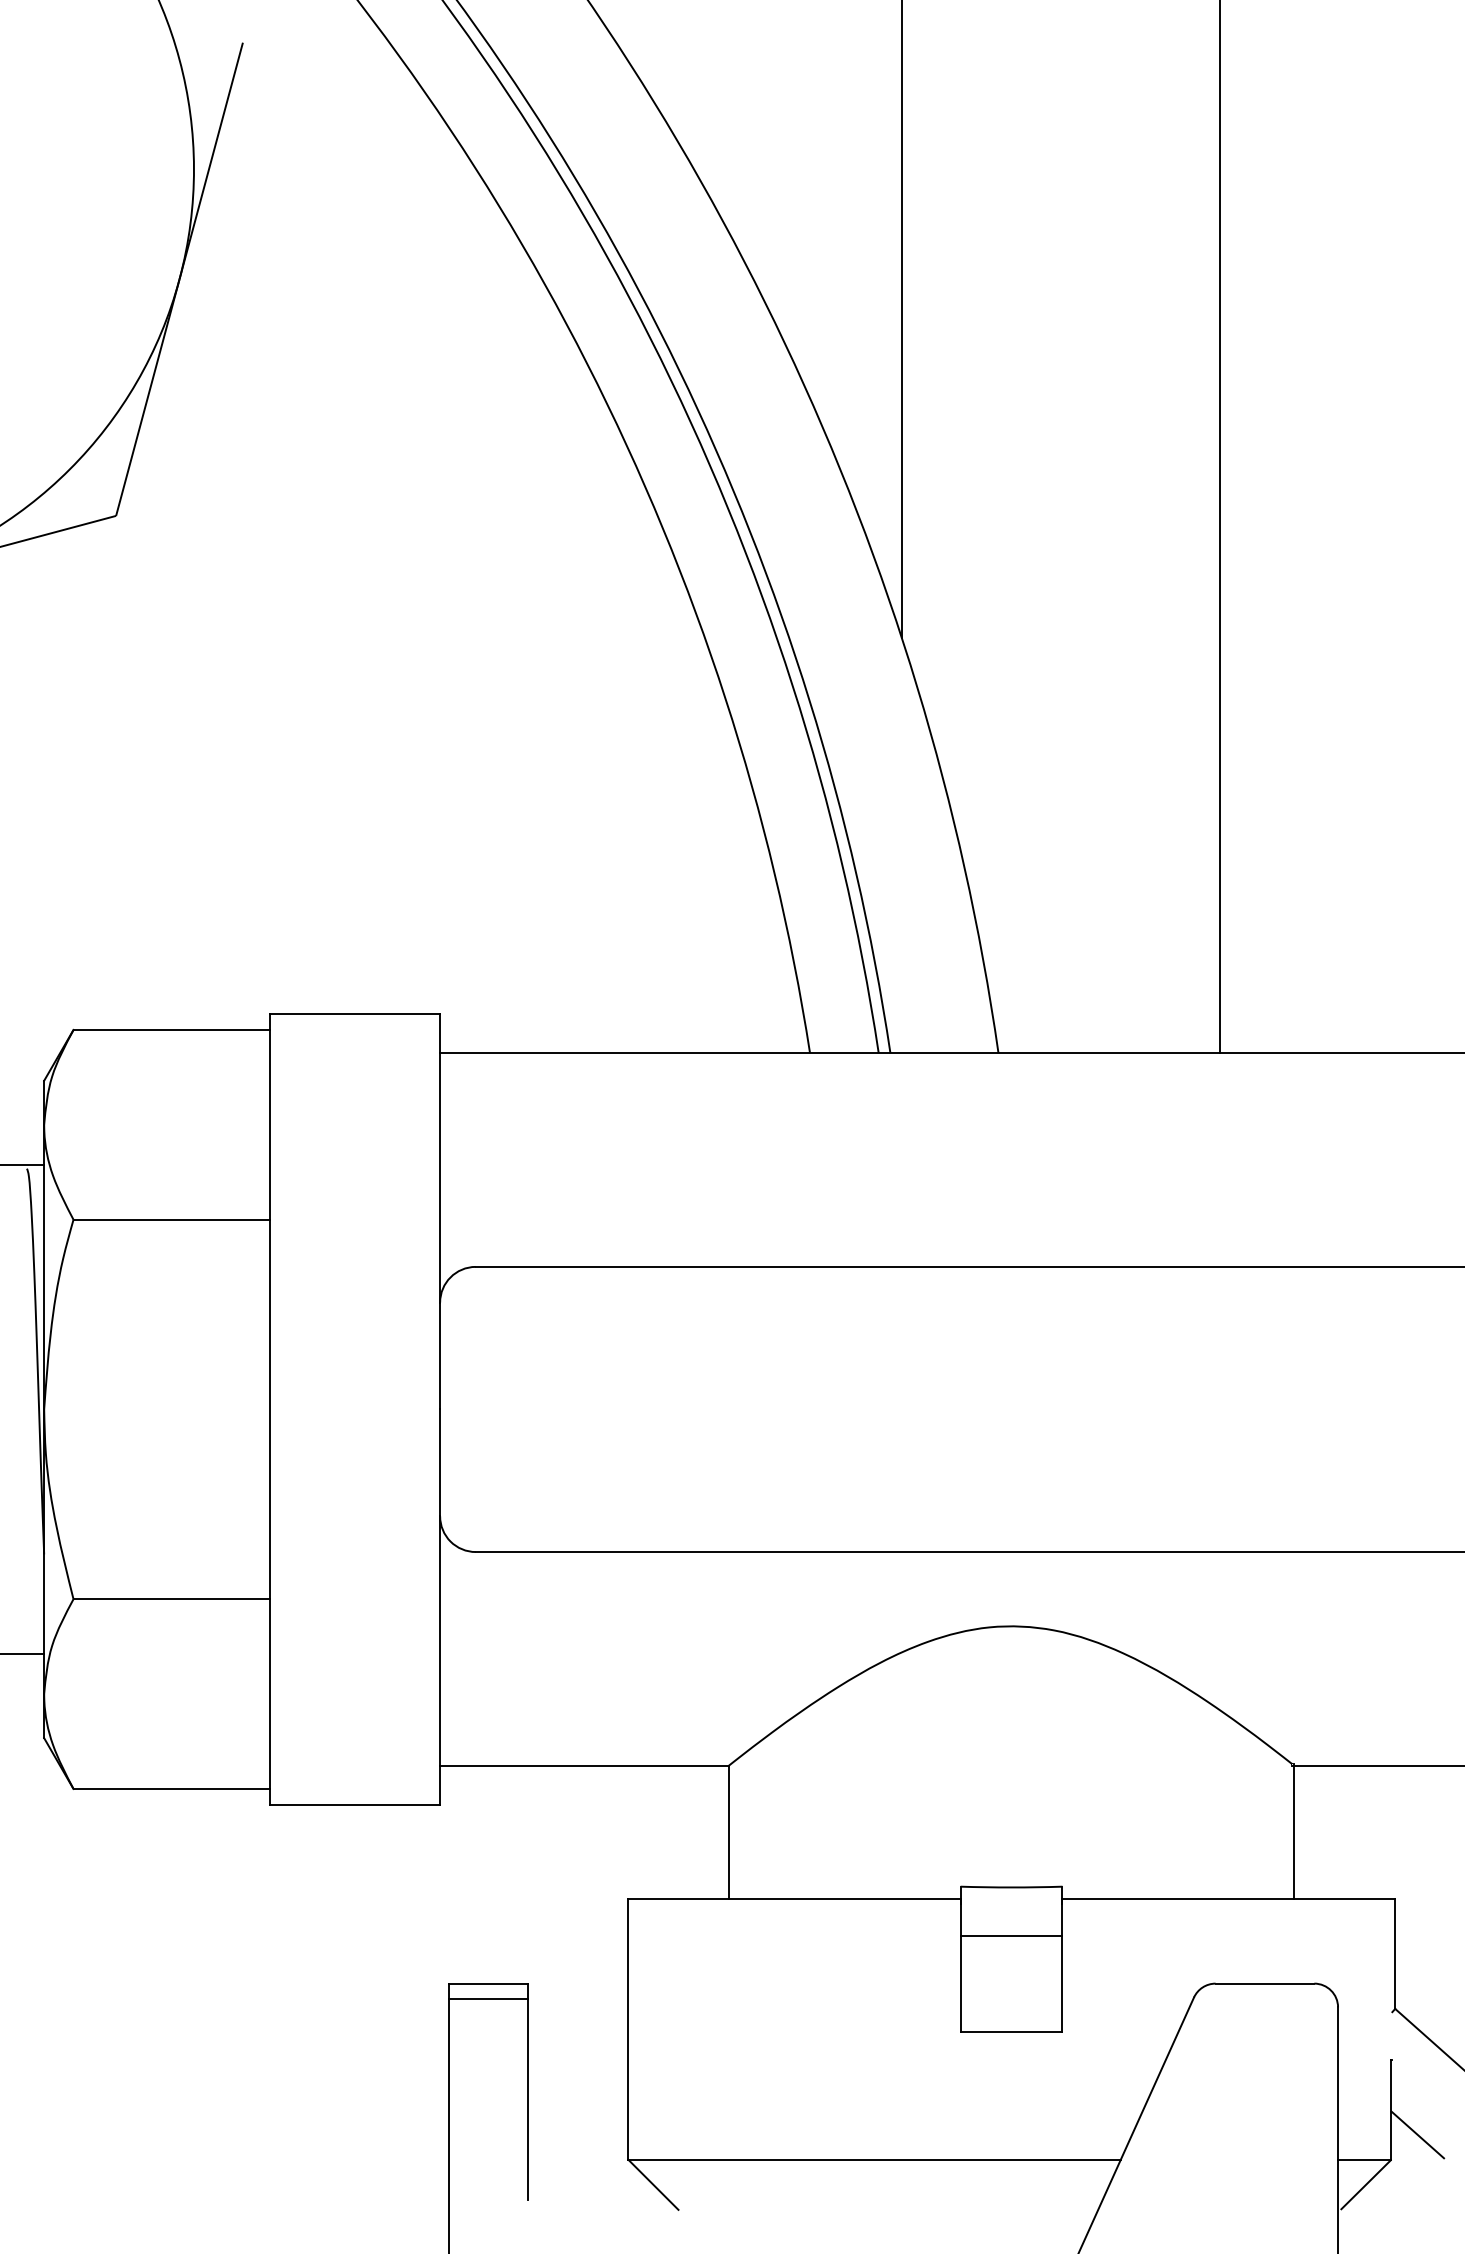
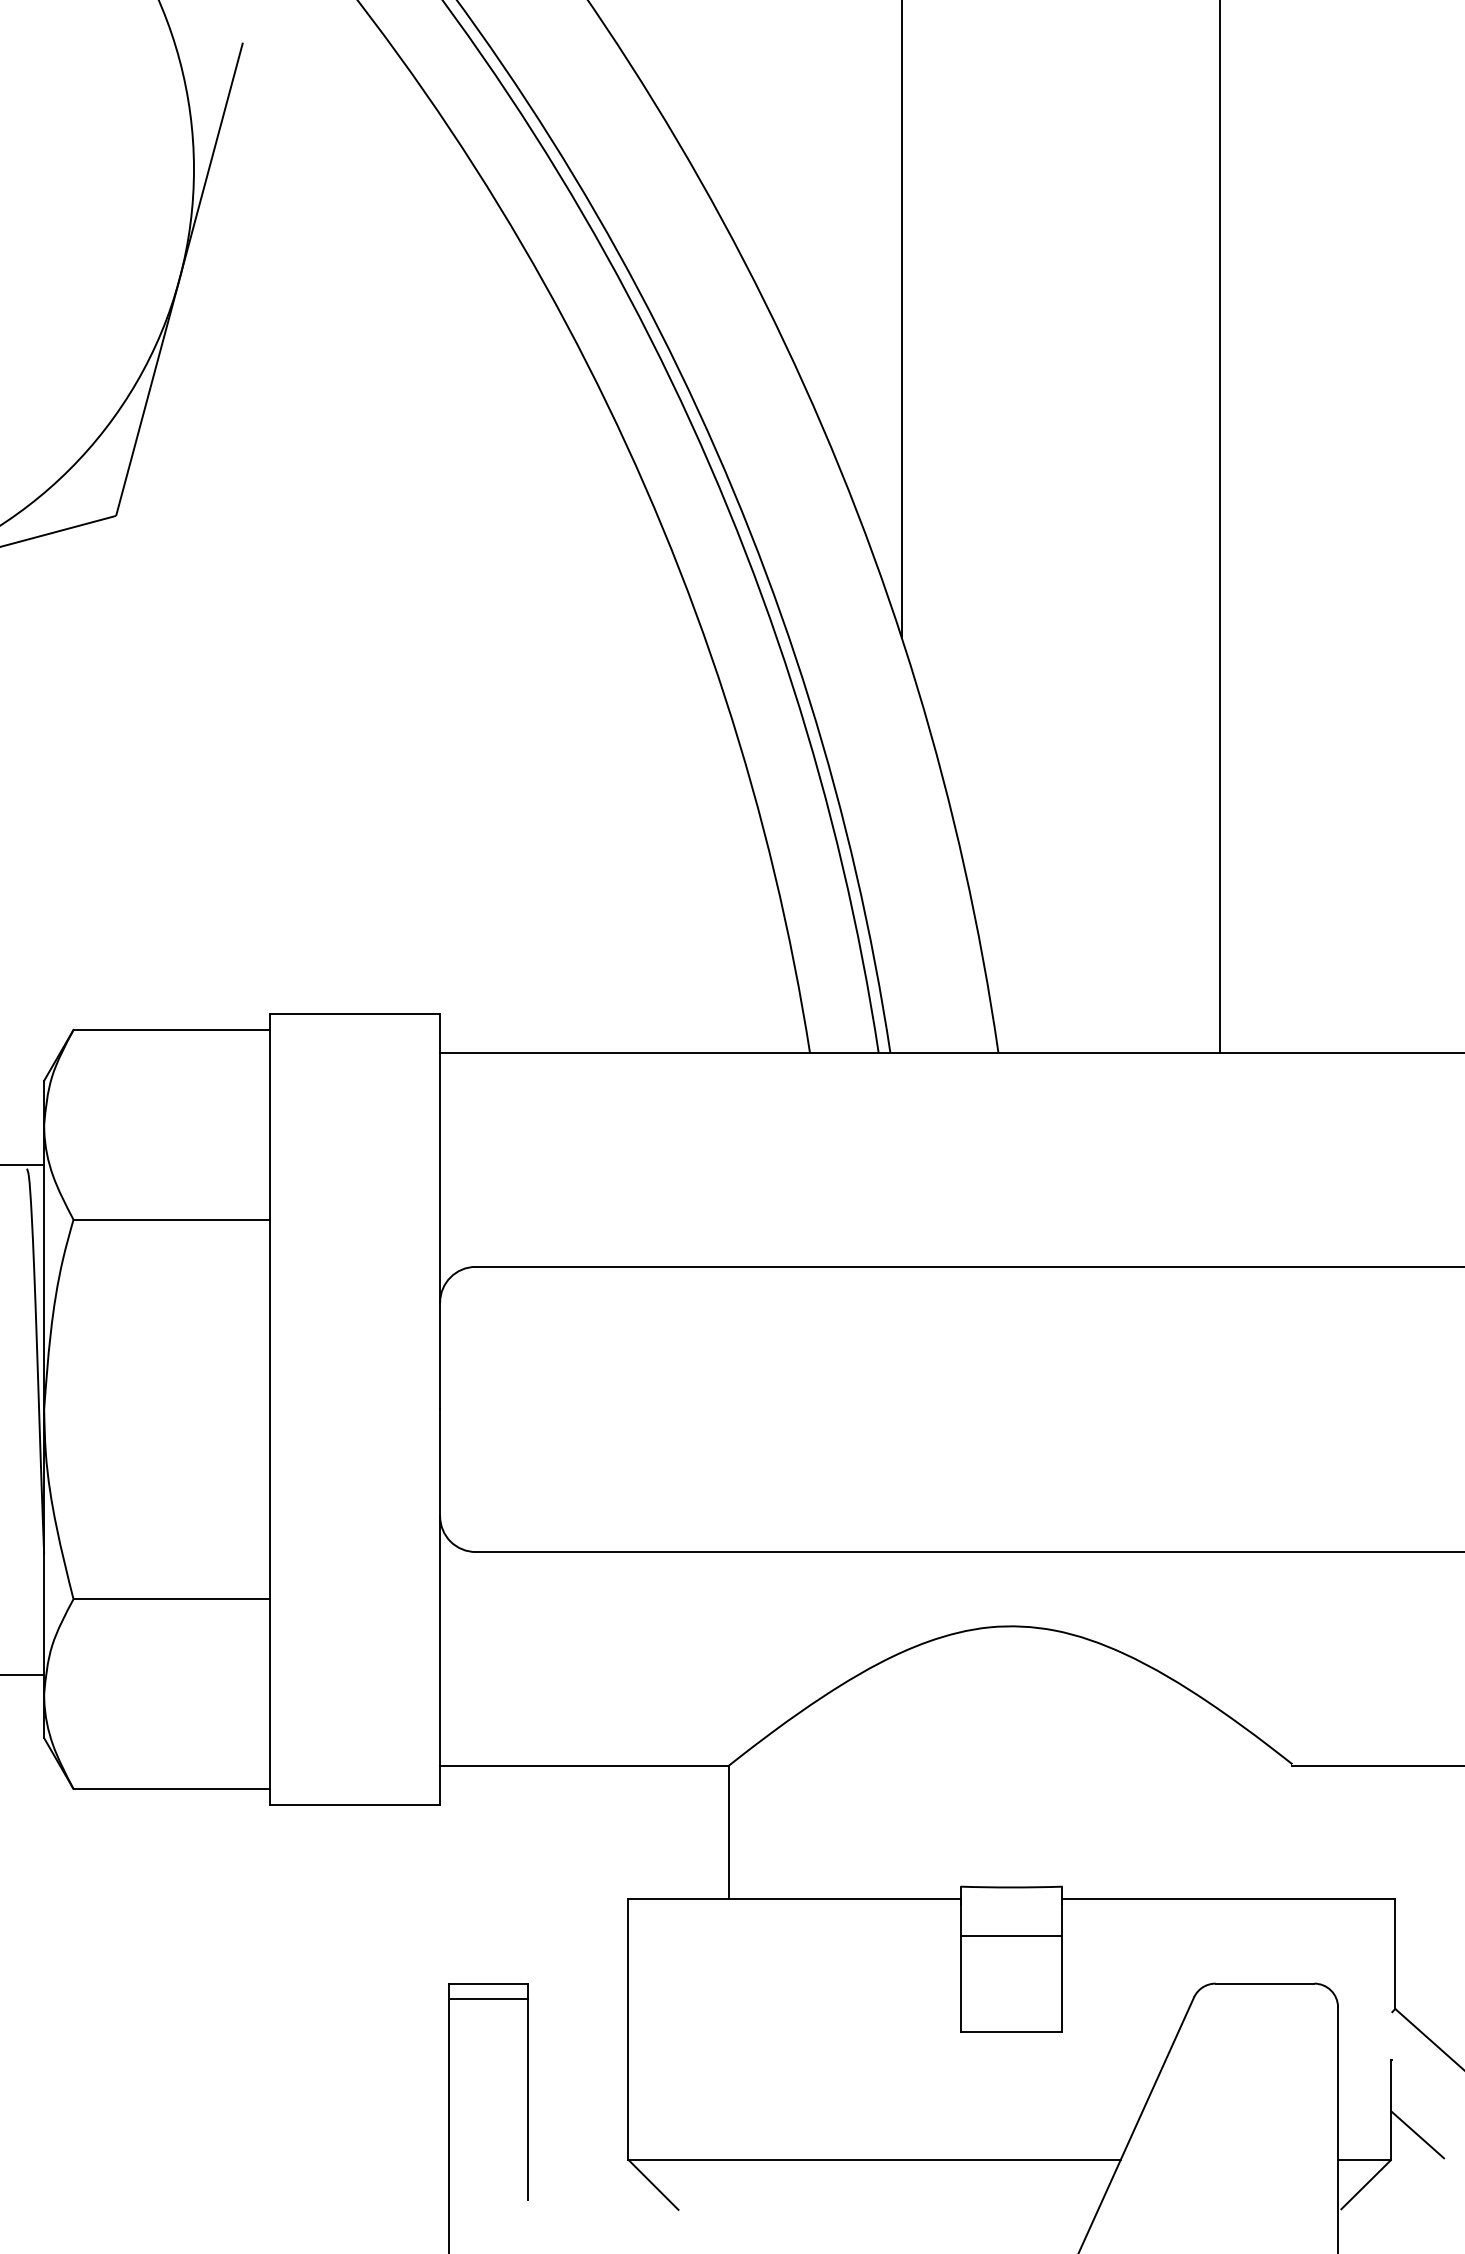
line at (23, 1653) position: (23, 1653) -> (23, 1674)
line at (1294, 1830): present -> none
